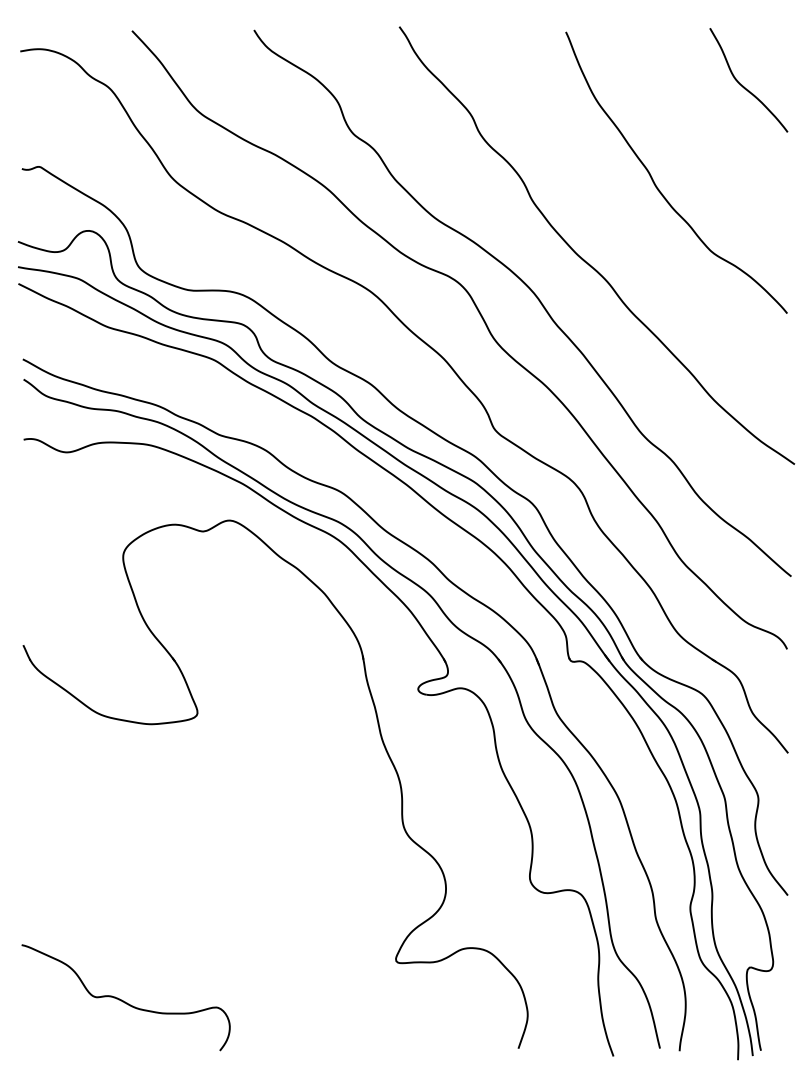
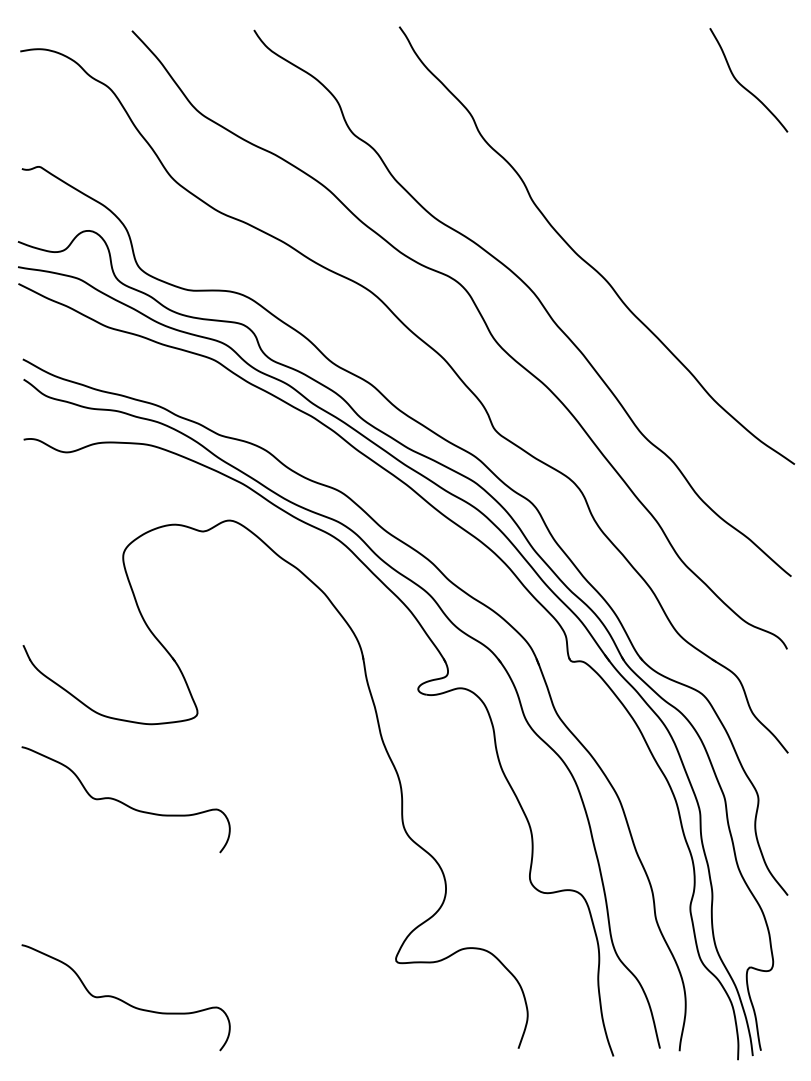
curve at (657, 186): present -> none
curve at (123, 802): none -> present
